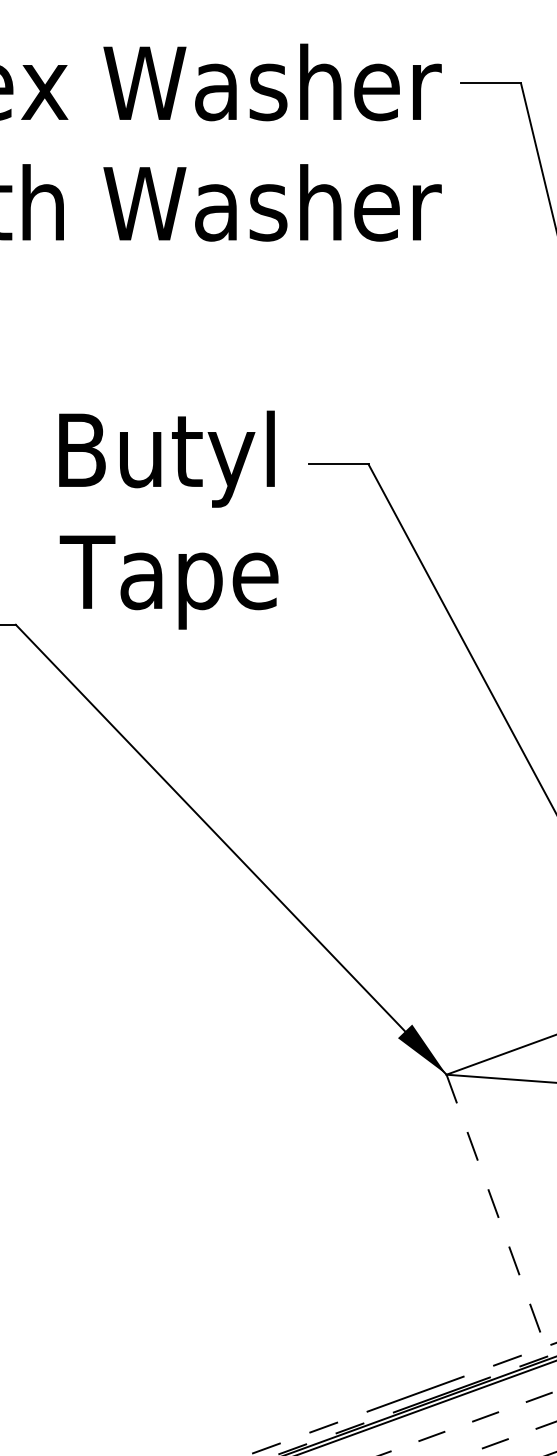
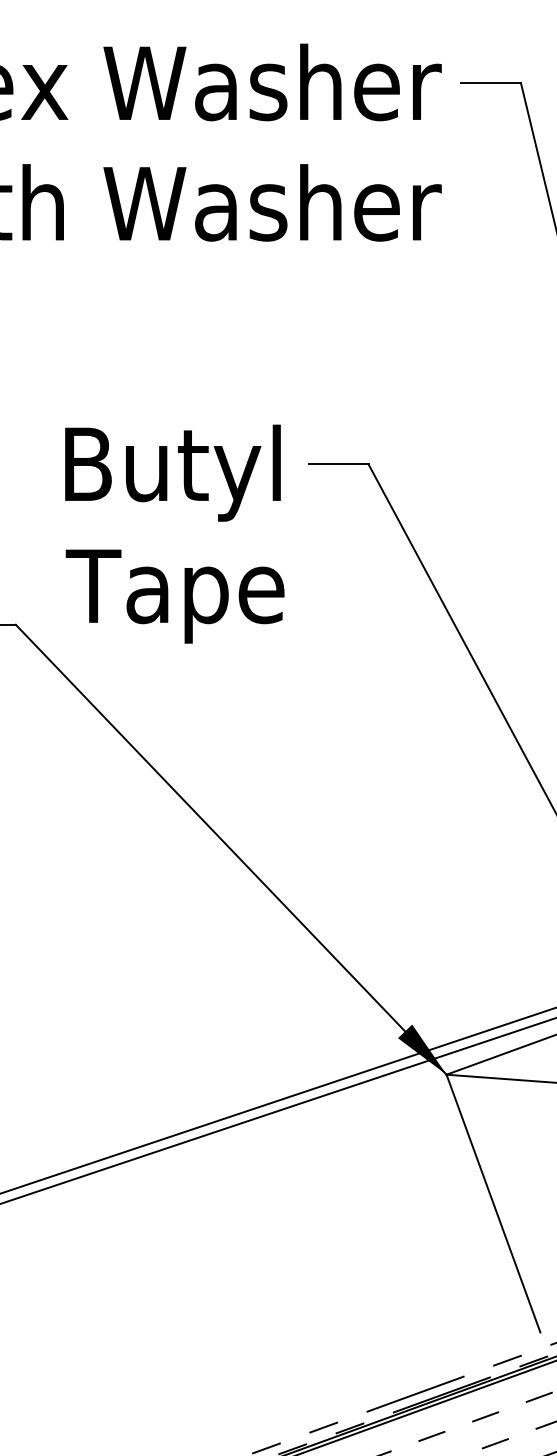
text at (168, 519) position: (168, 519) -> (174, 533)
line at (277, 1100): none -> present
line at (277, 1110): none -> present
line at (493, 1203): dashed -> solid
